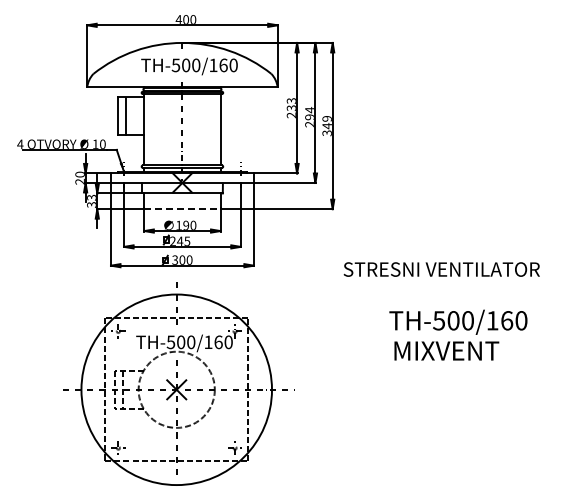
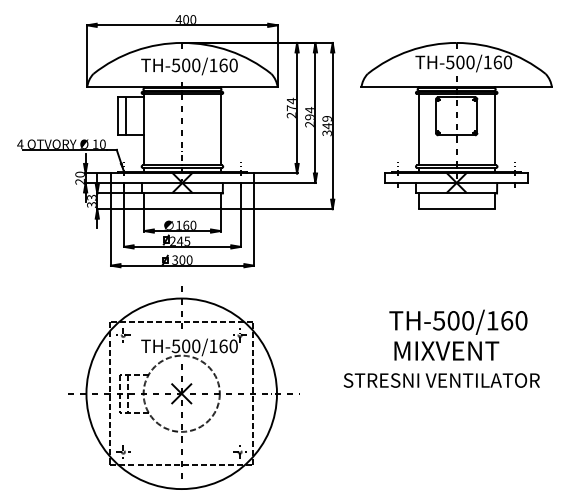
text at (290, 104): 233 -> 274
part at (456, 125): none -> present
line at (182, 209): dashed -> solid
text at (186, 224): 190 -> 160
text at (441, 269) position: (441, 269) -> (441, 380)
part at (178, 383) position: (178, 383) -> (183, 387)
